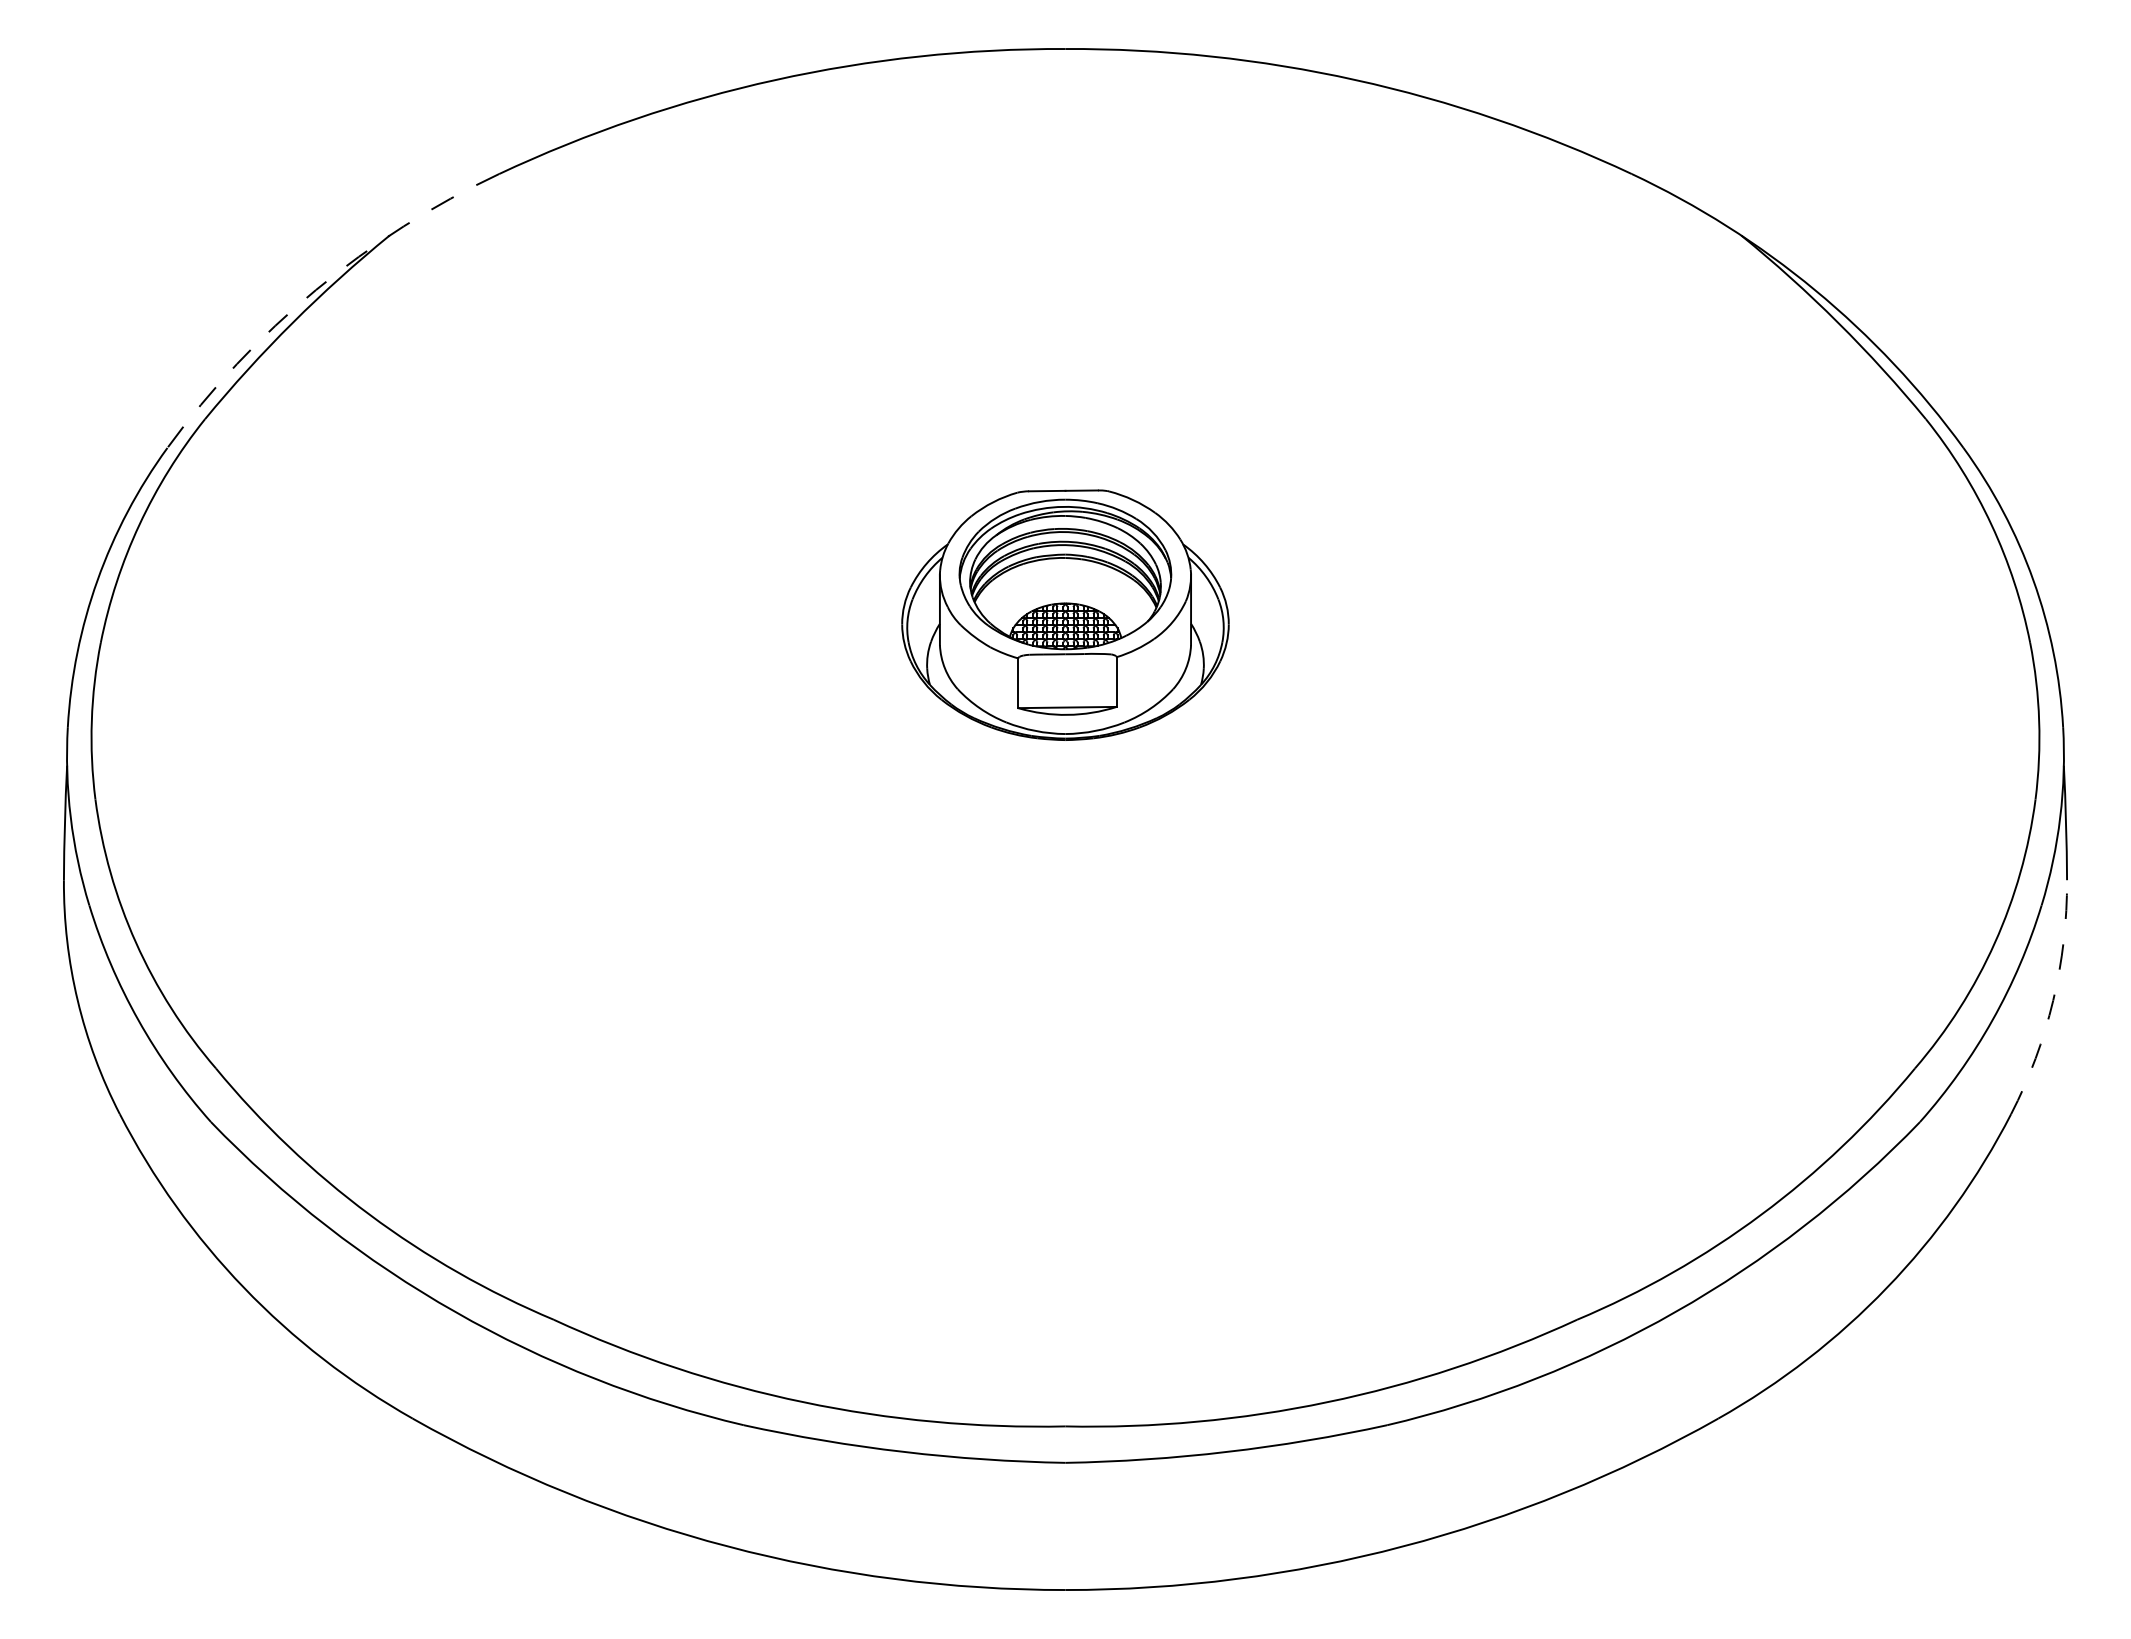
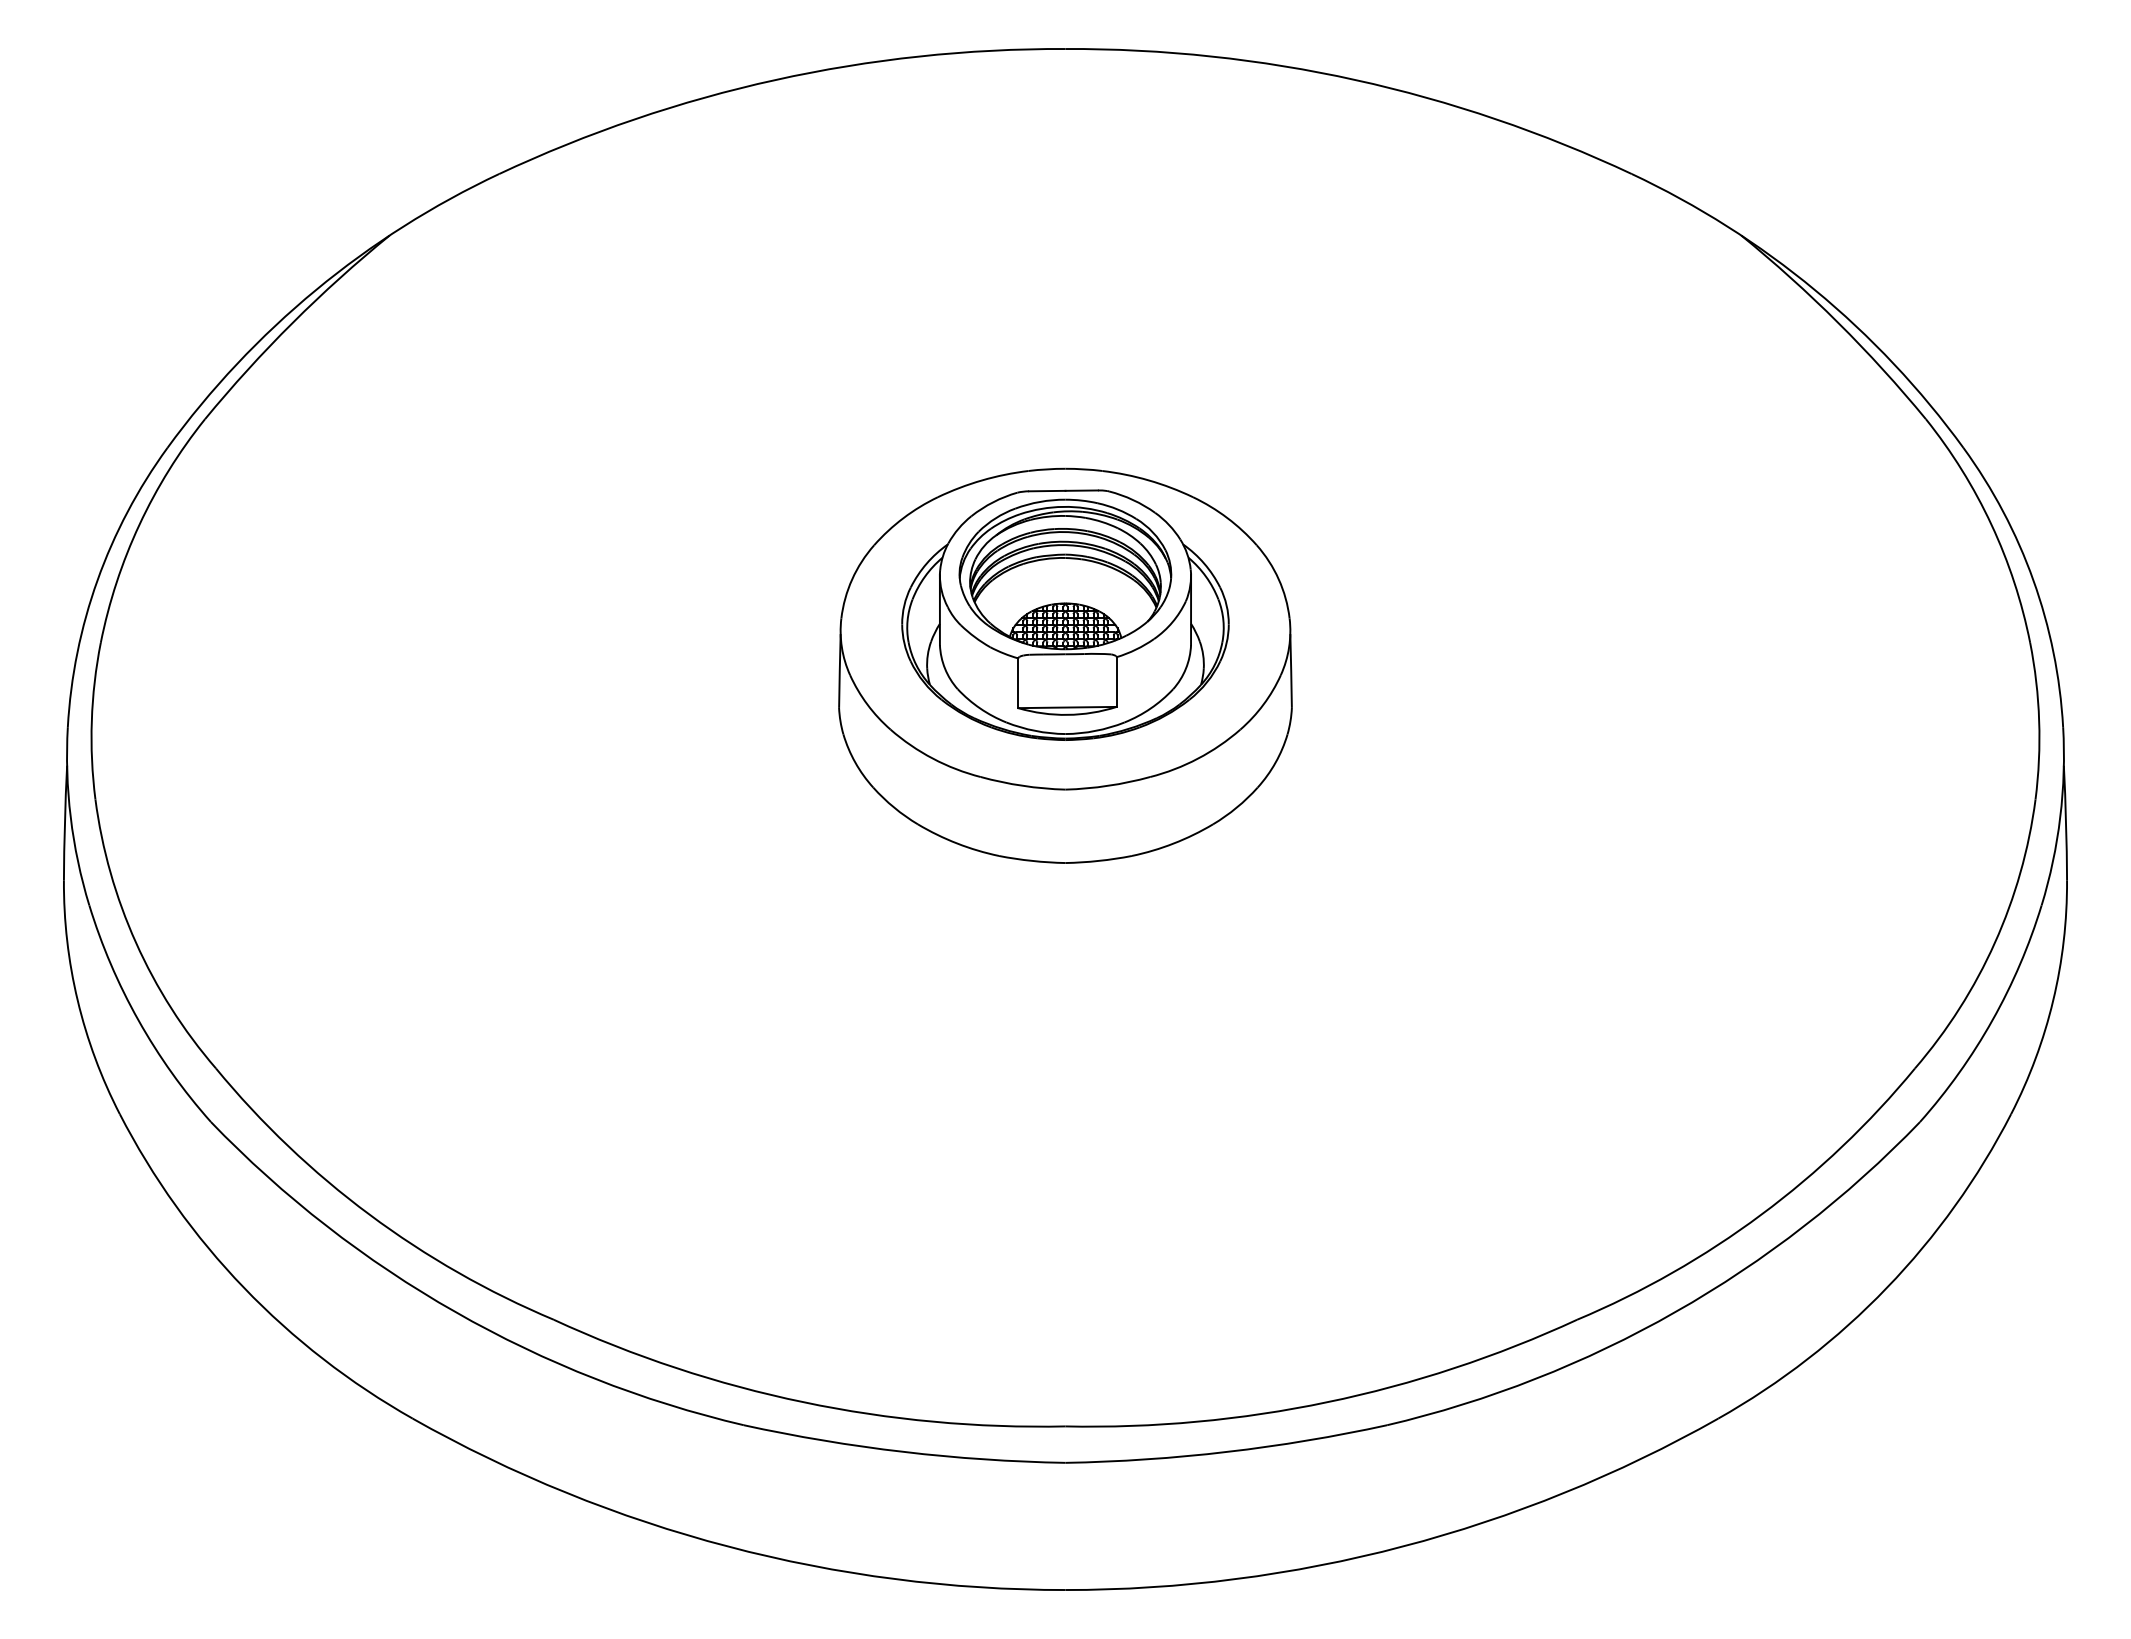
arc at (316, 290): dashed -> solid
part at (1065, 665): none -> present
arc at (2053, 1000): dashed -> solid
